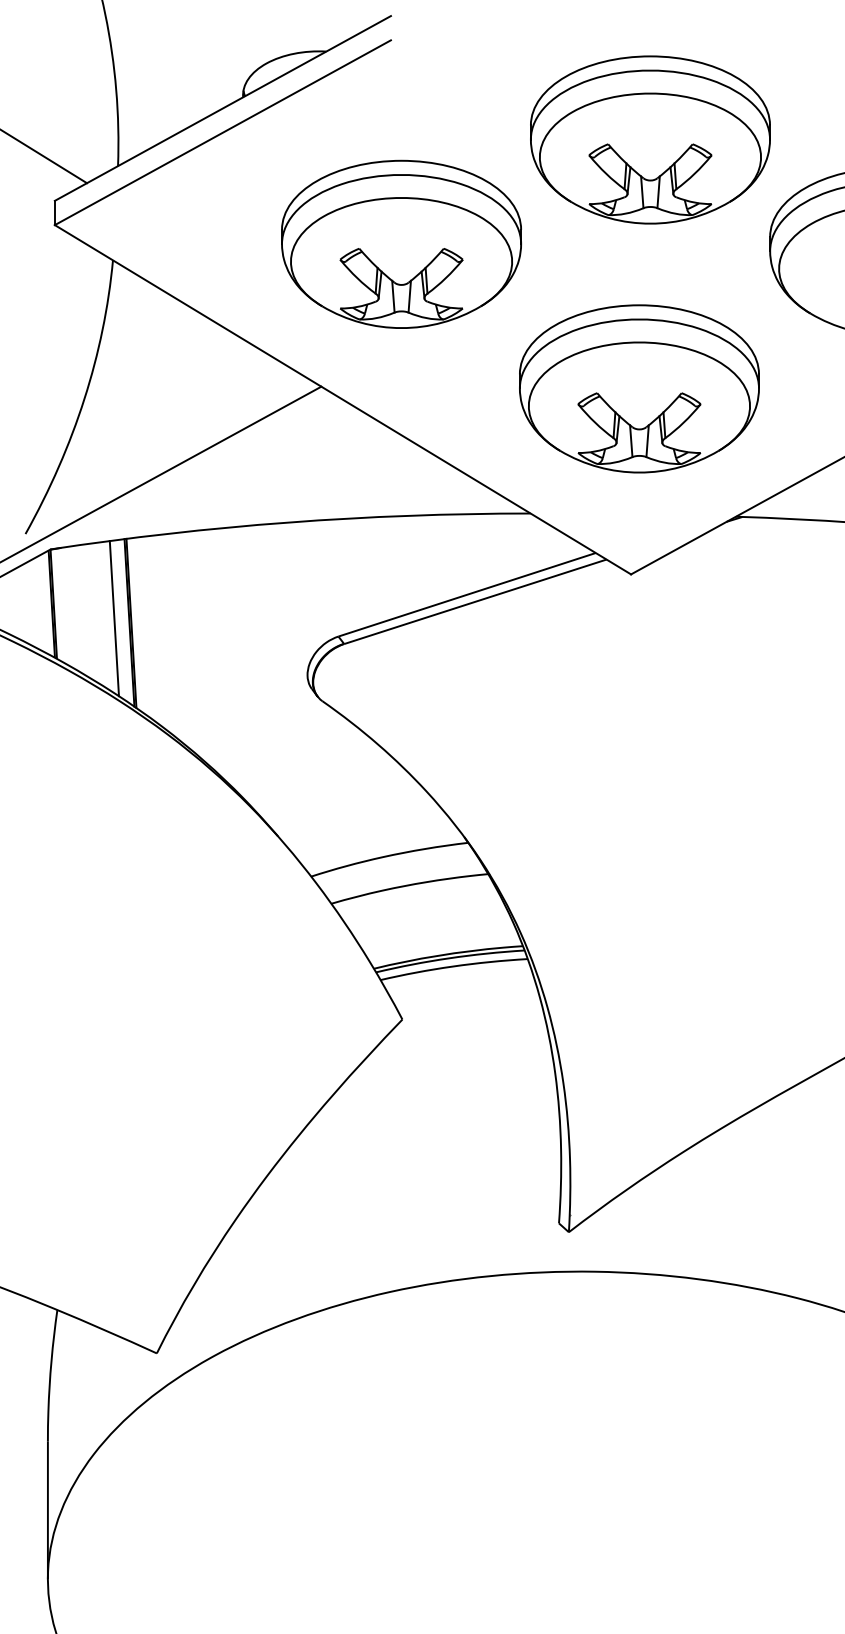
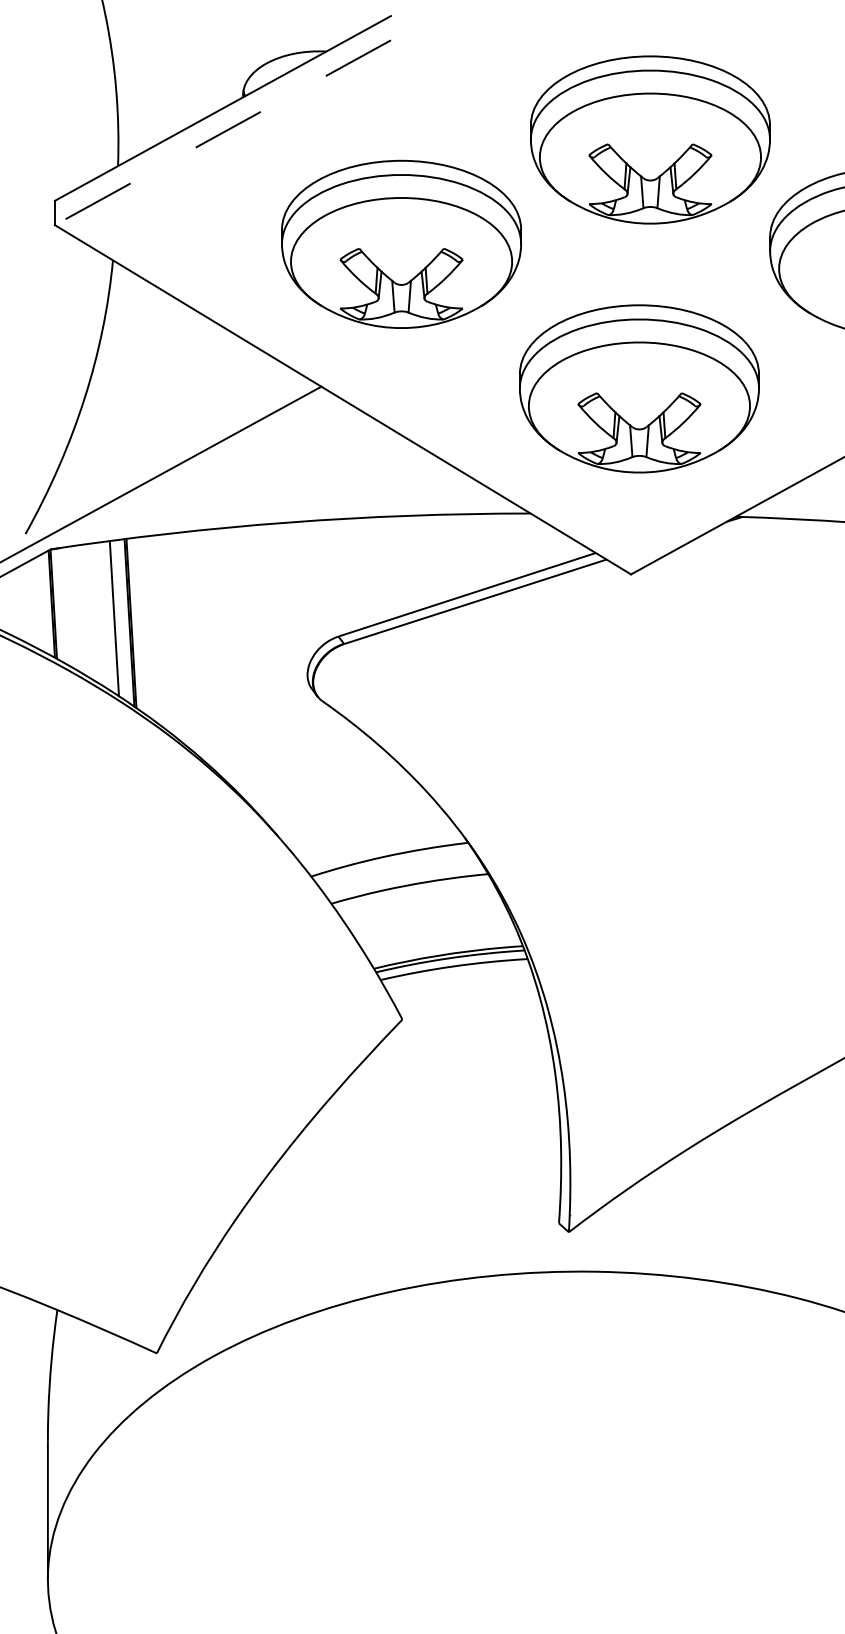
line at (222, 132): solid -> dashed
line at (44, 157): present -> none
